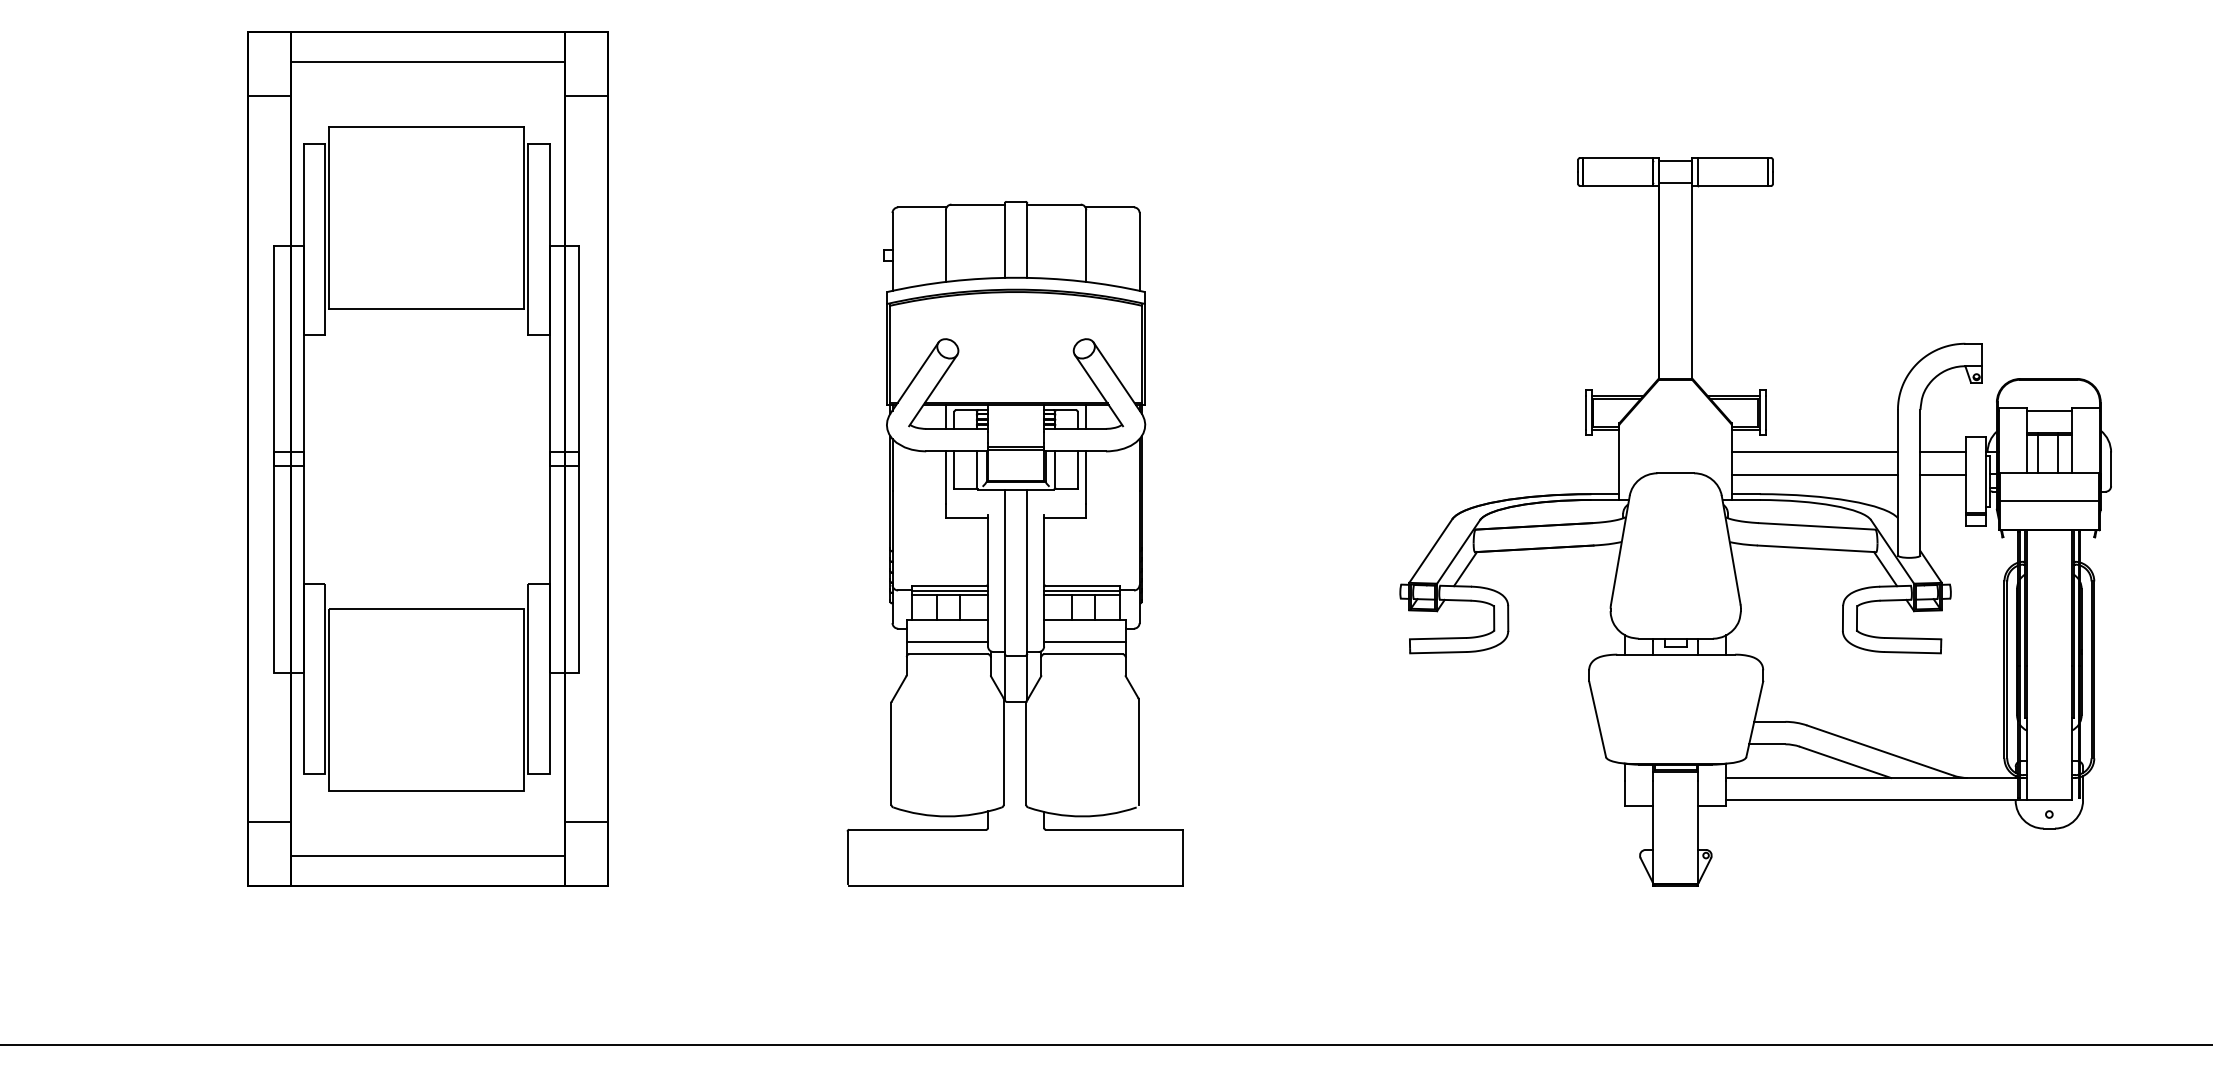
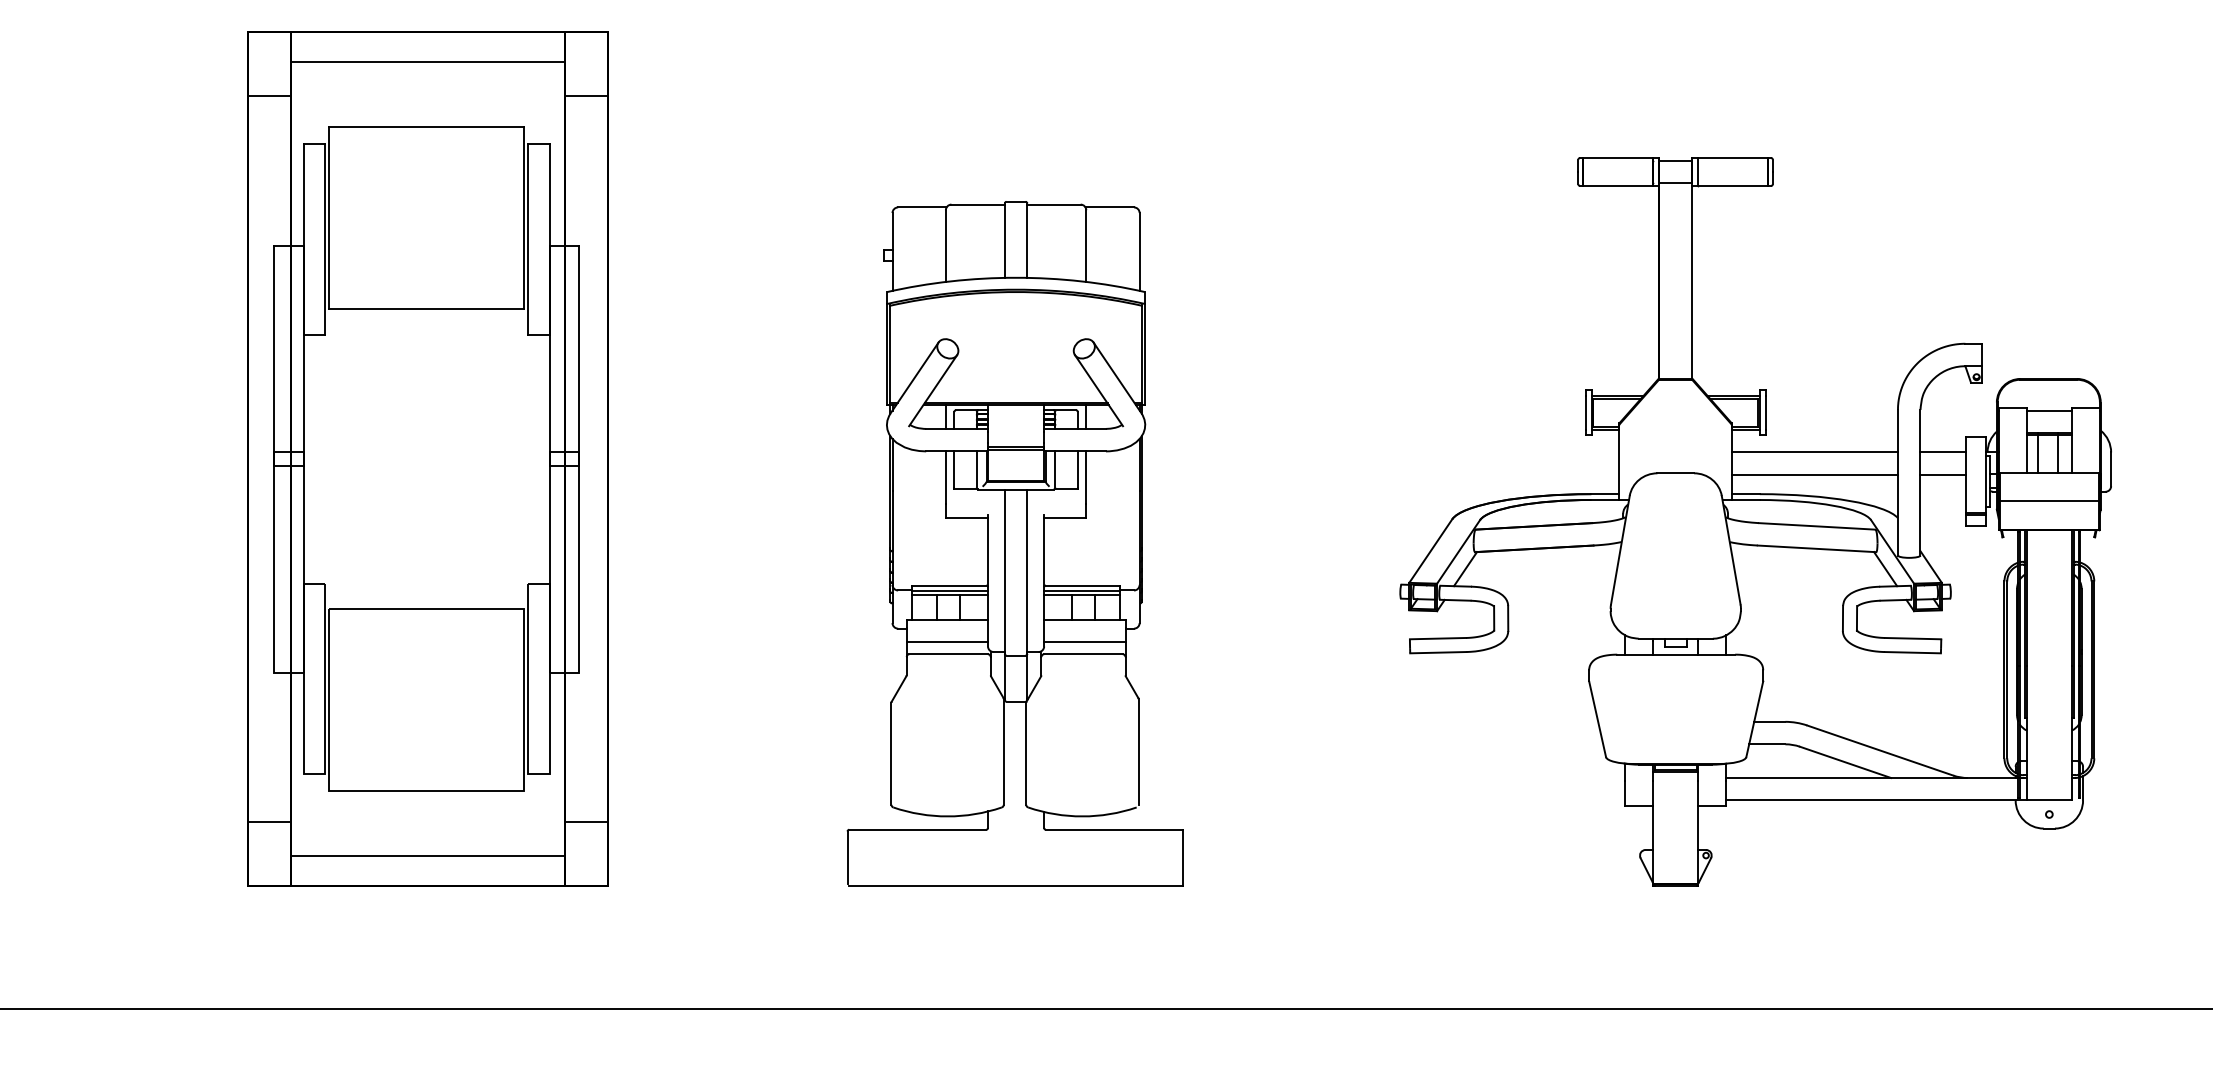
line at (1105, 1044) position: (1105, 1044) -> (1105, 1008)
